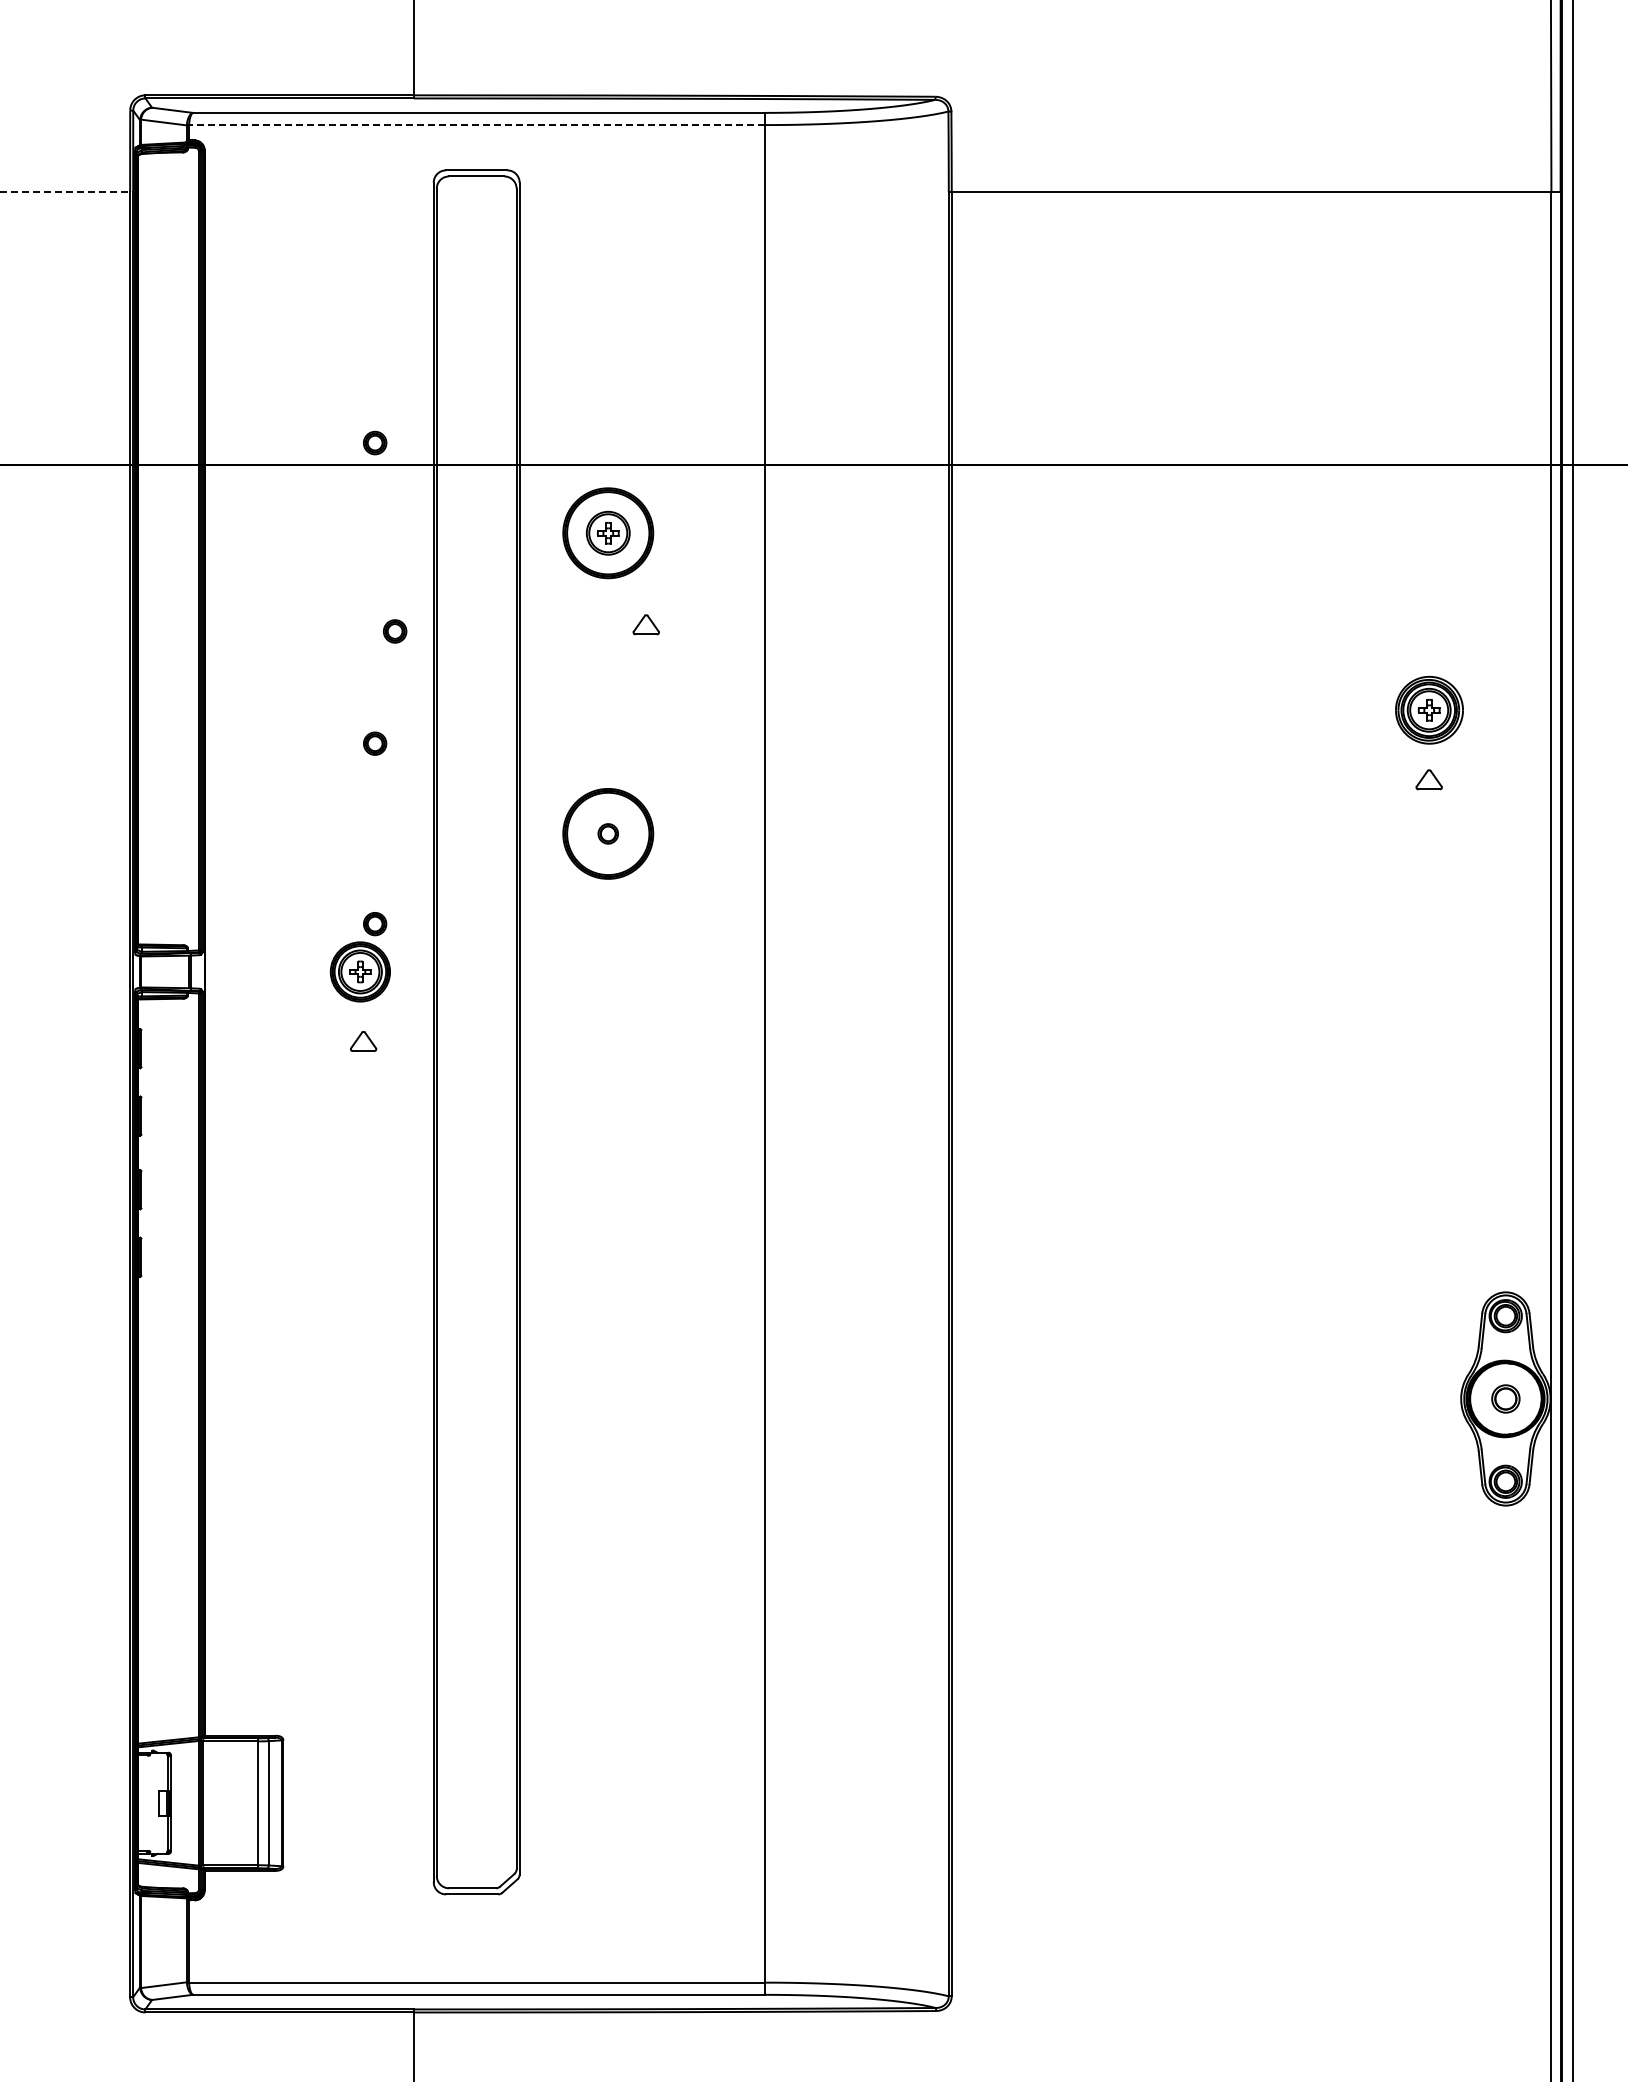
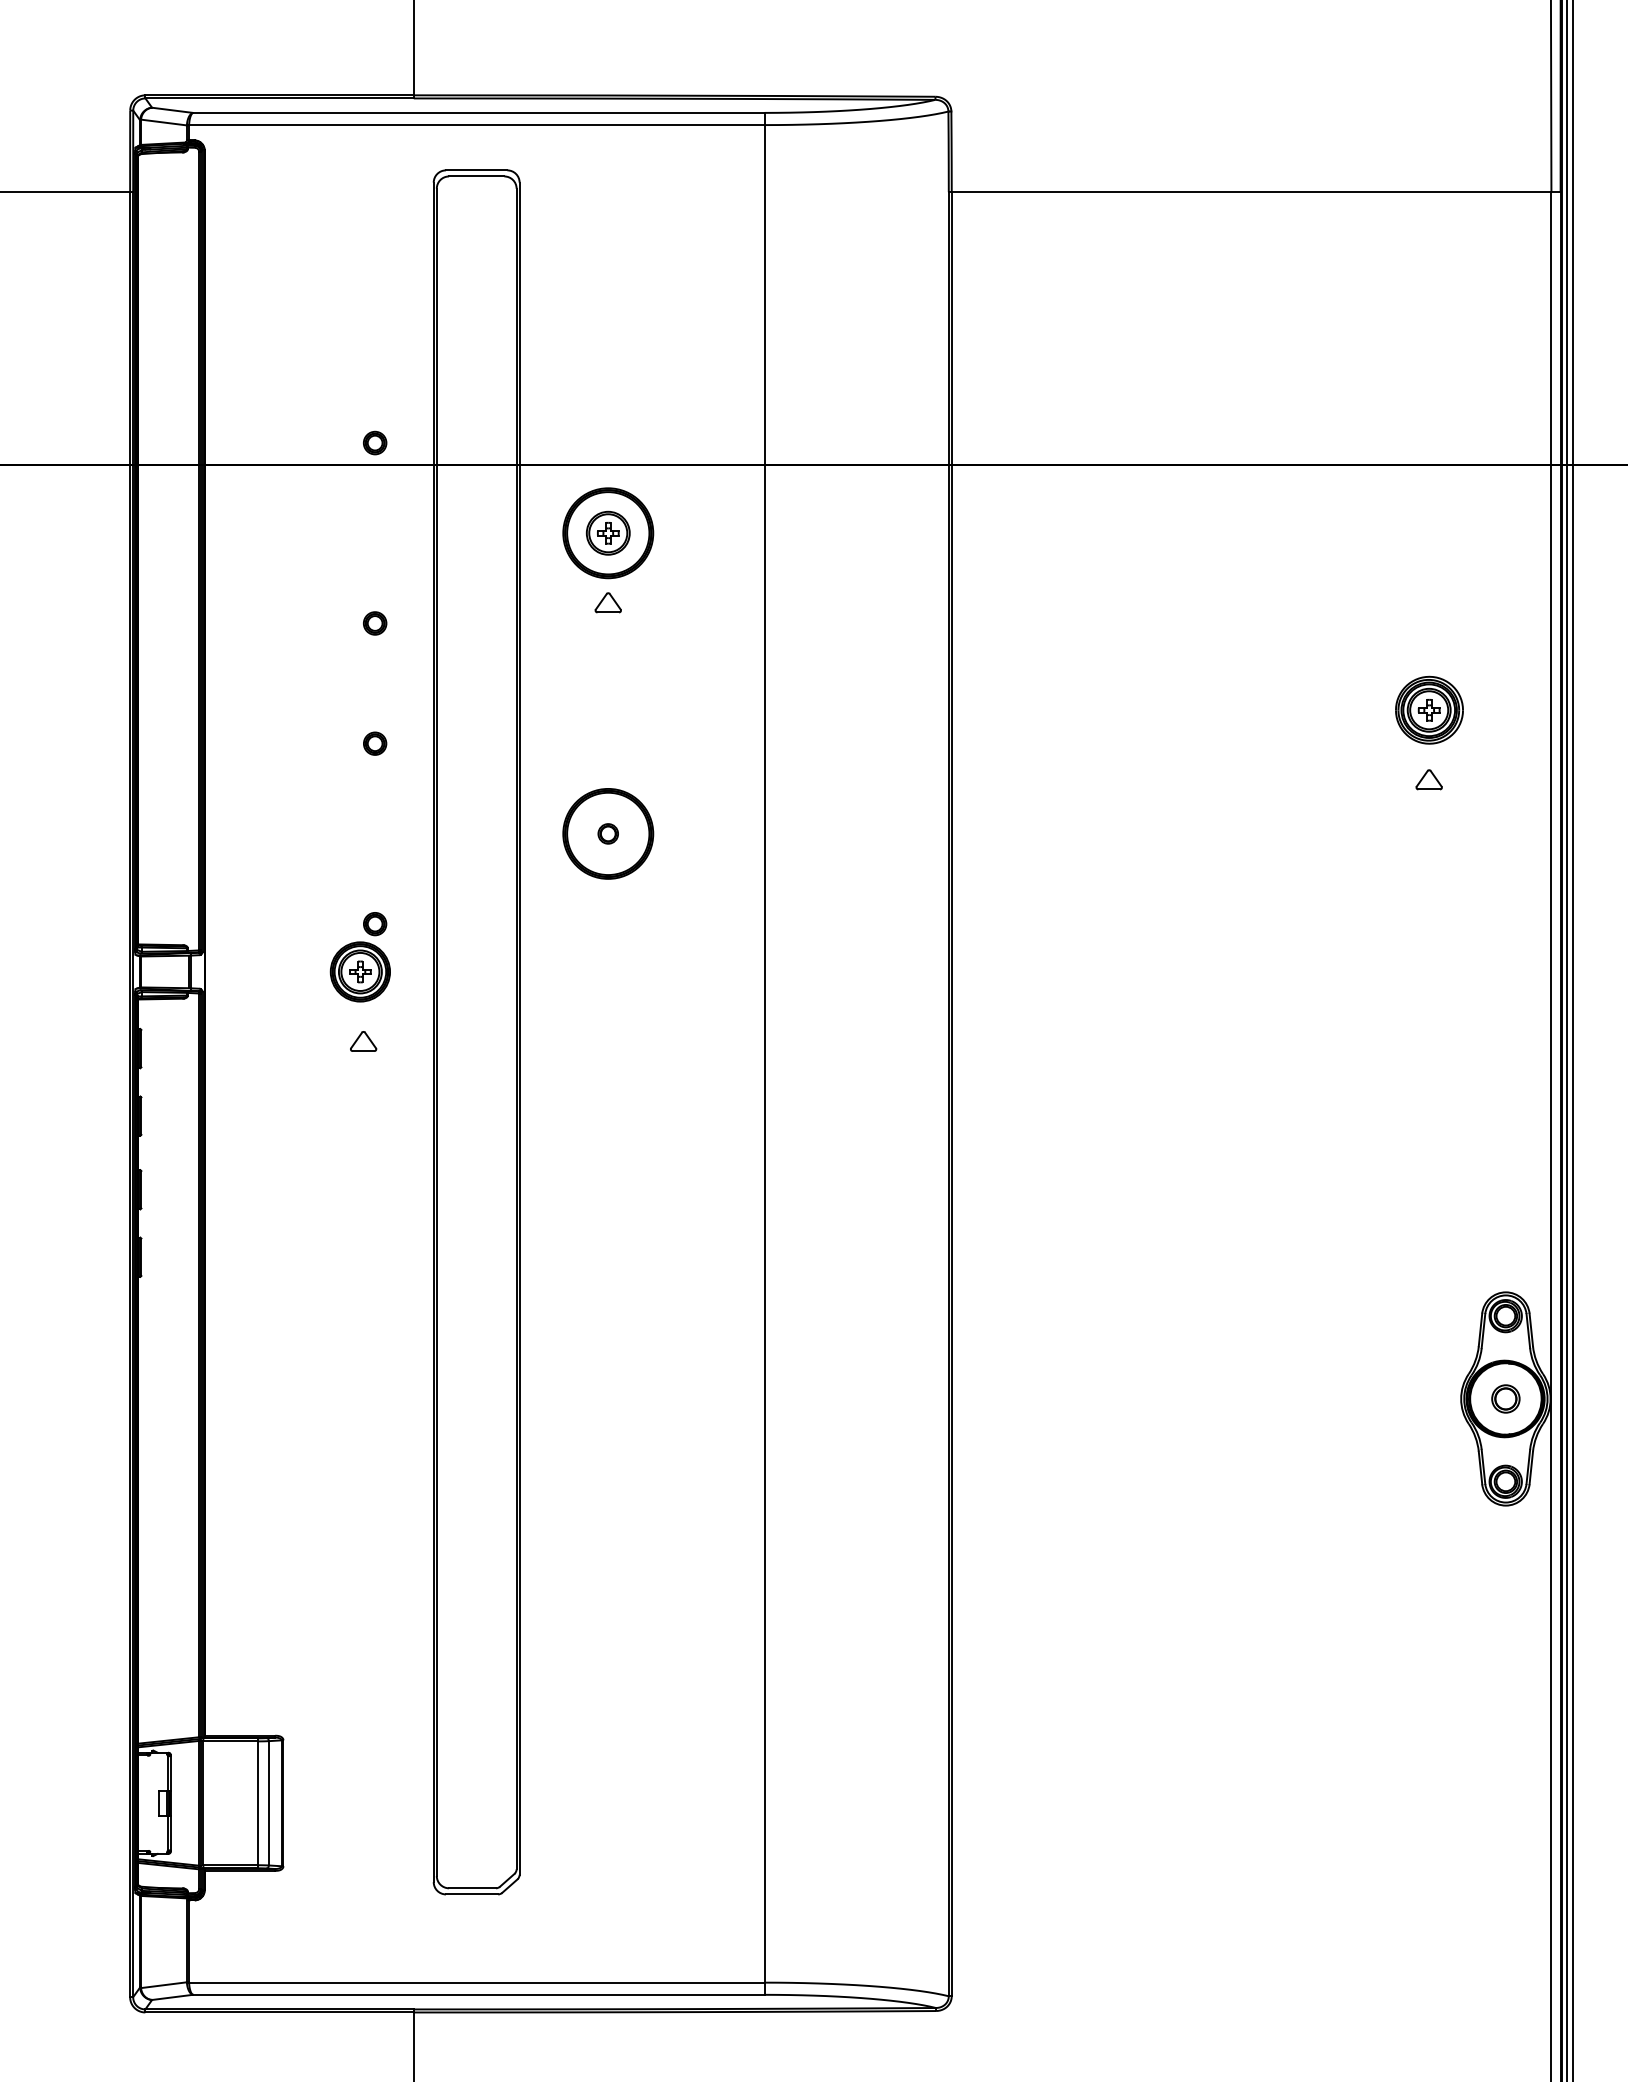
line at (476, 125): dashed -> solid
line at (67, 192): dashed -> solid
part at (645, 624) position: (645, 624) -> (607, 602)
part at (395, 631) position: (395, 631) -> (375, 623)
line at (1567, 1040): none -> present
